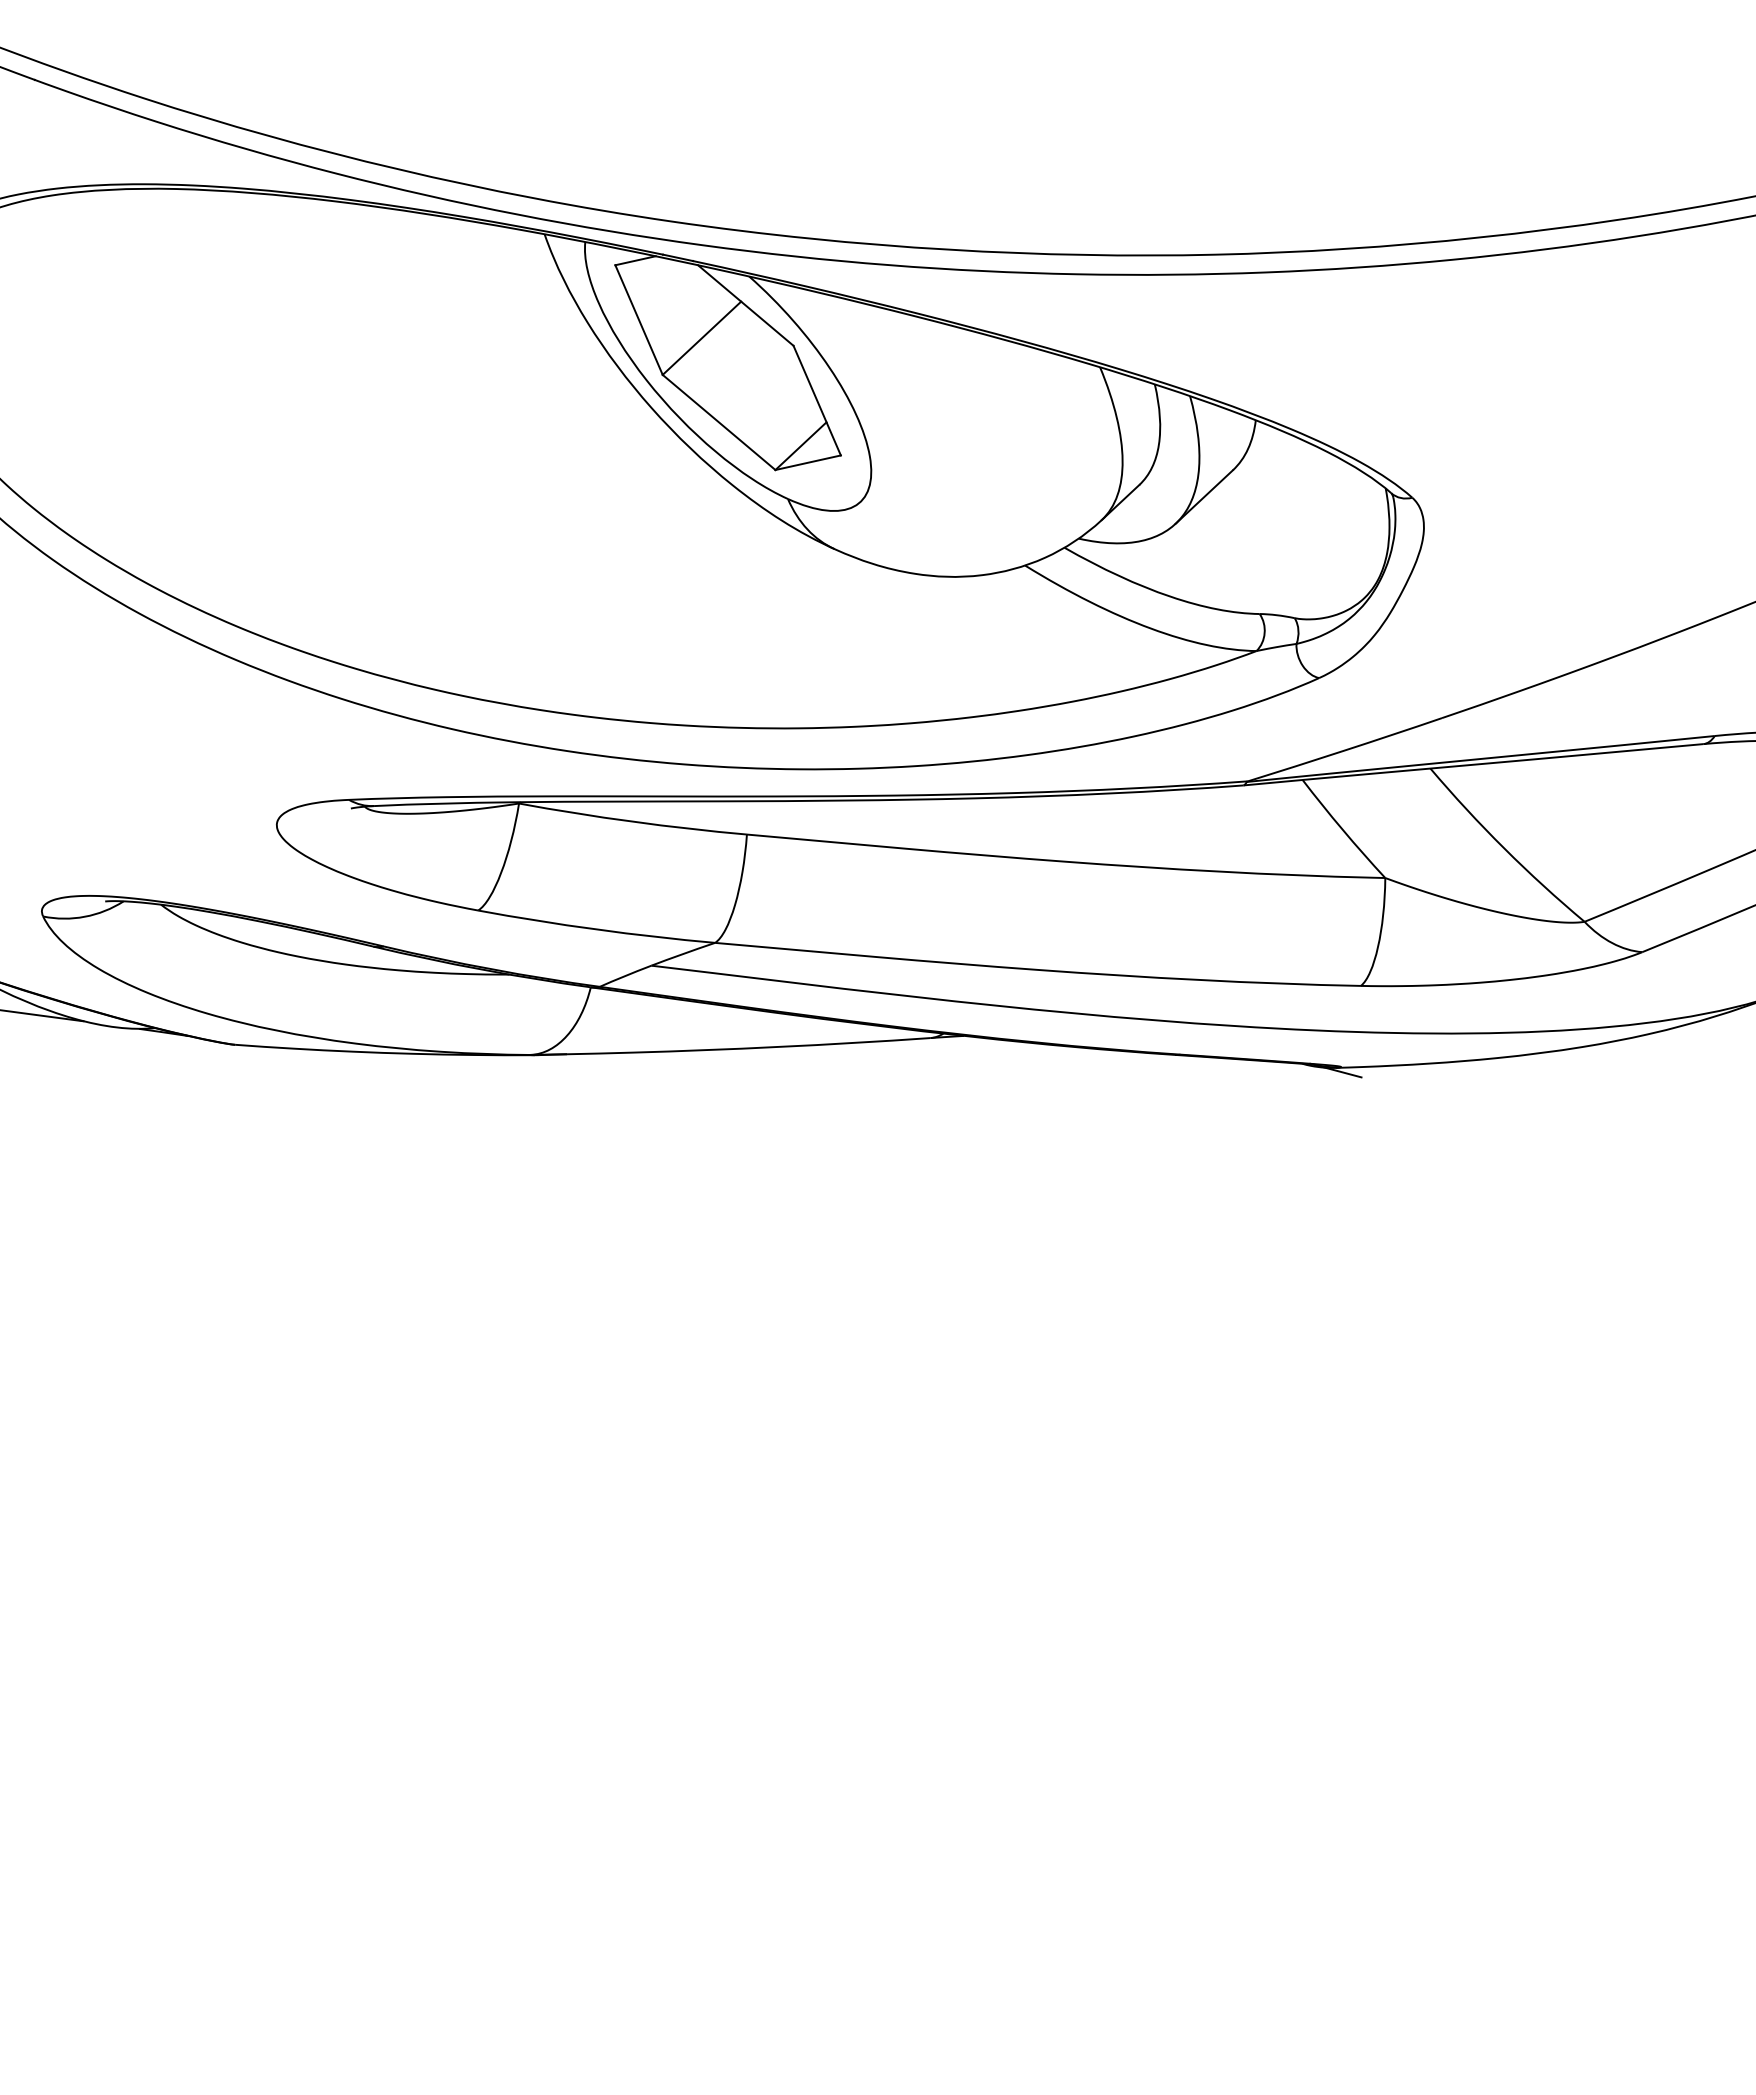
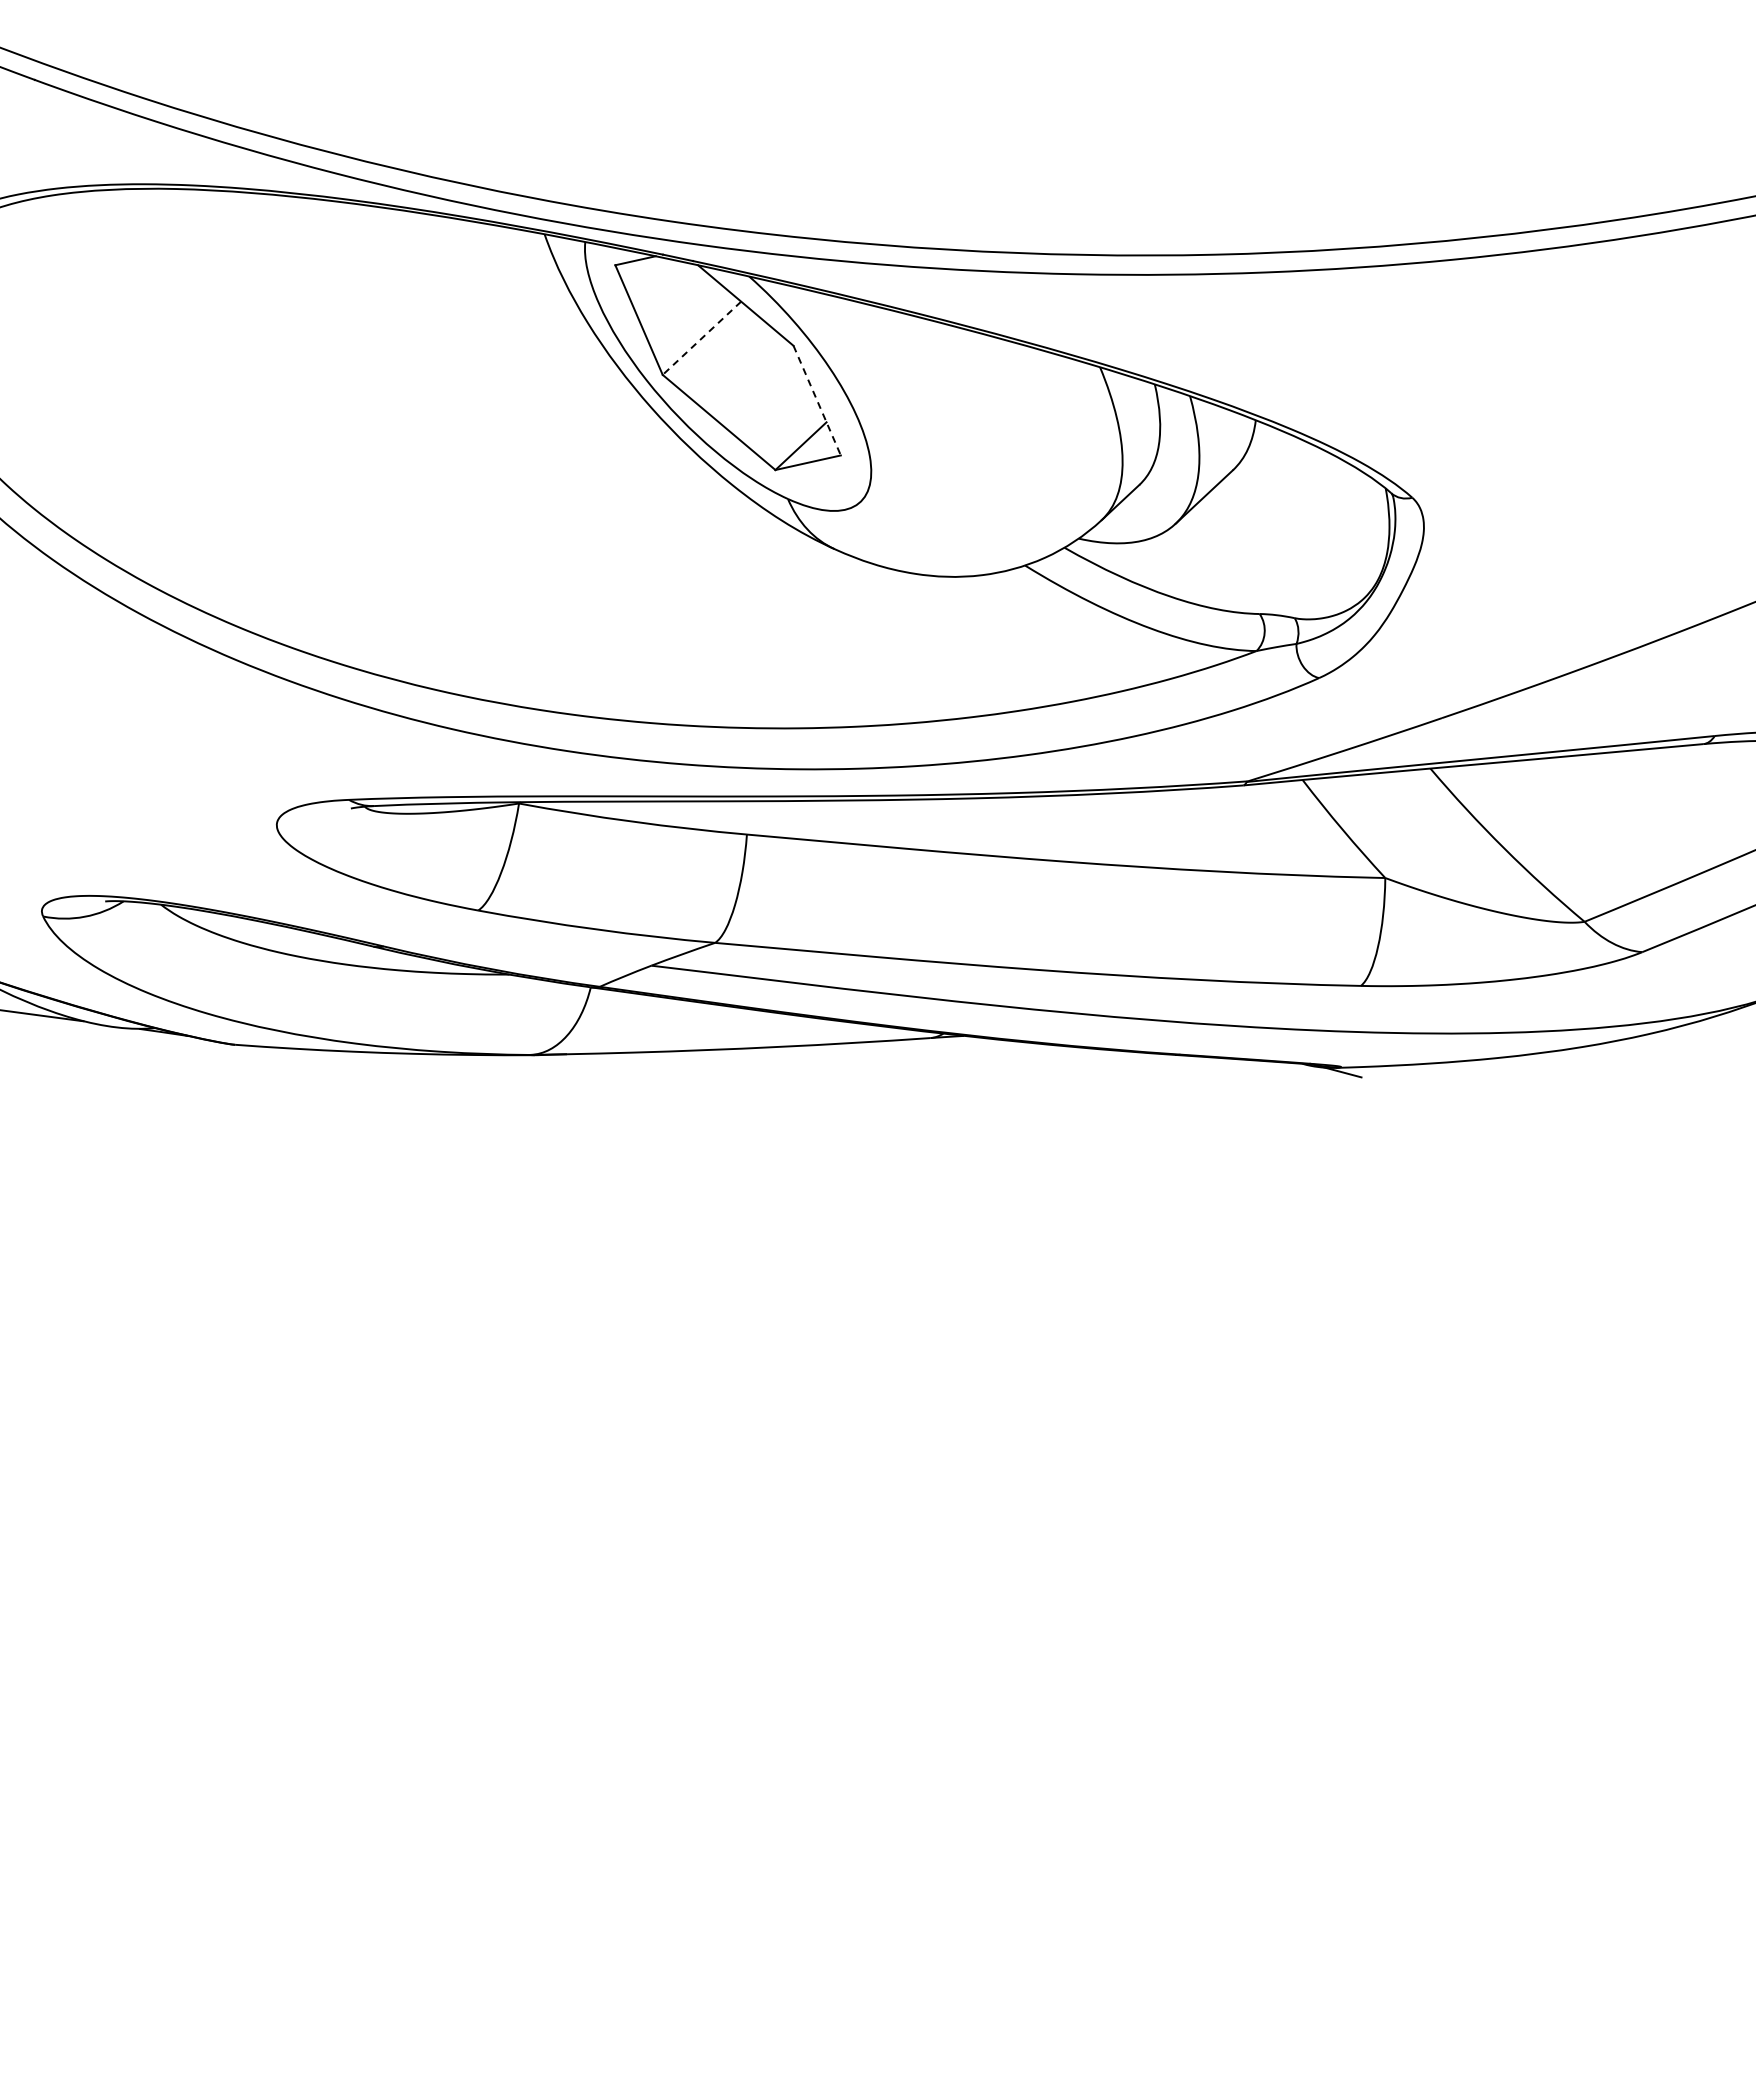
line at (701, 338): solid -> dashed
line at (817, 400): solid -> dashed
